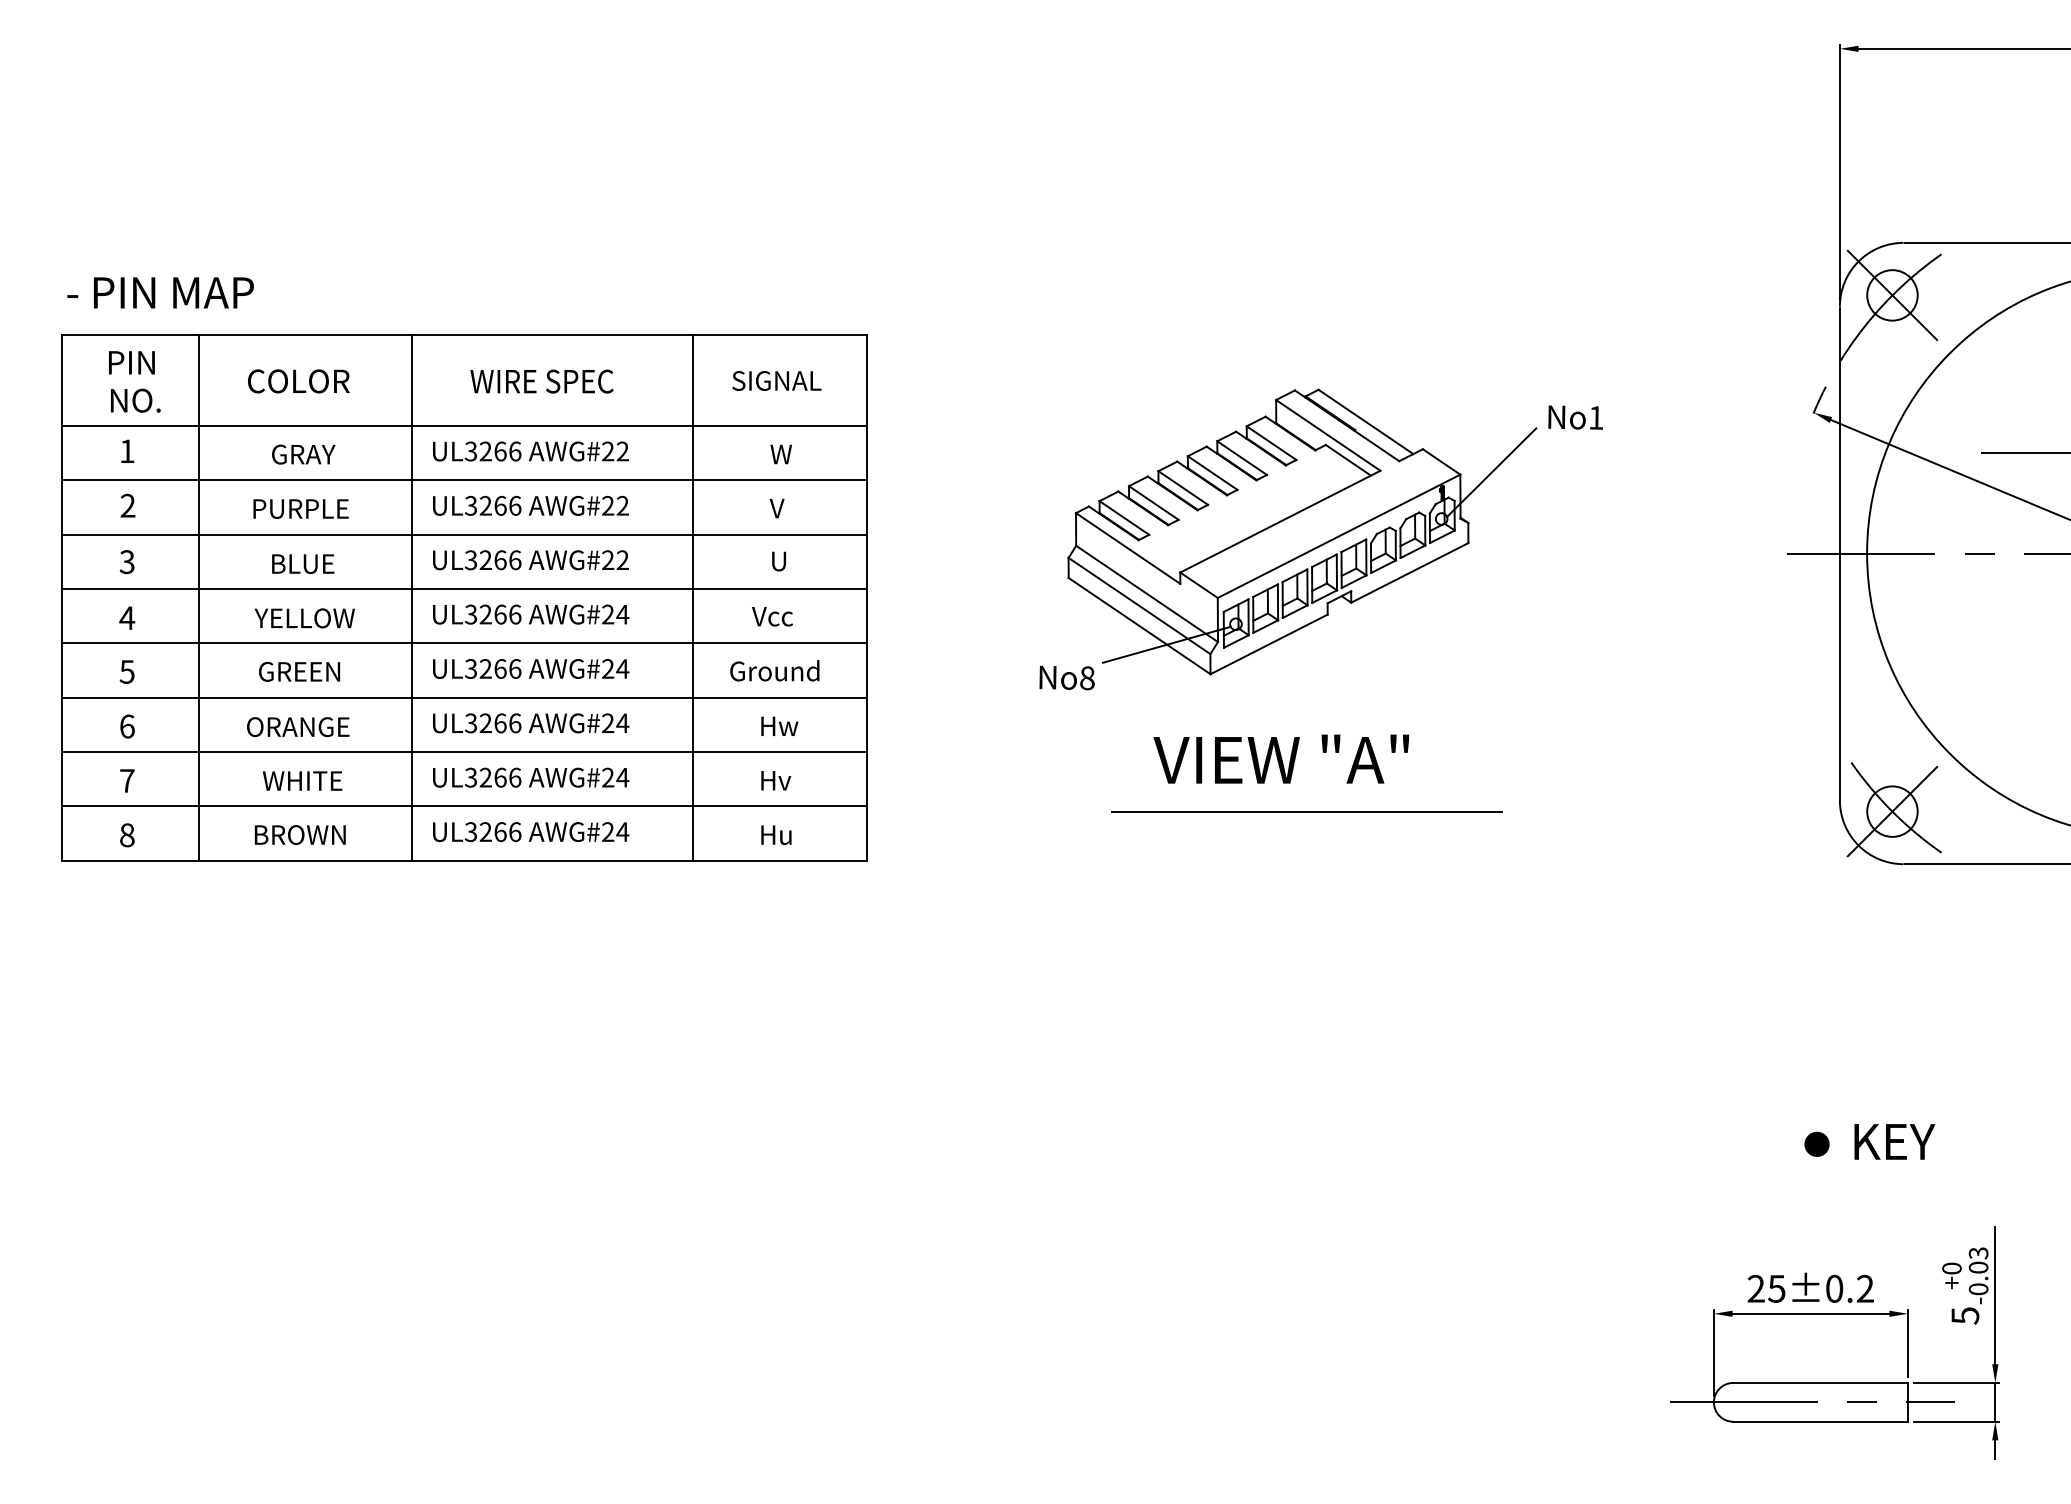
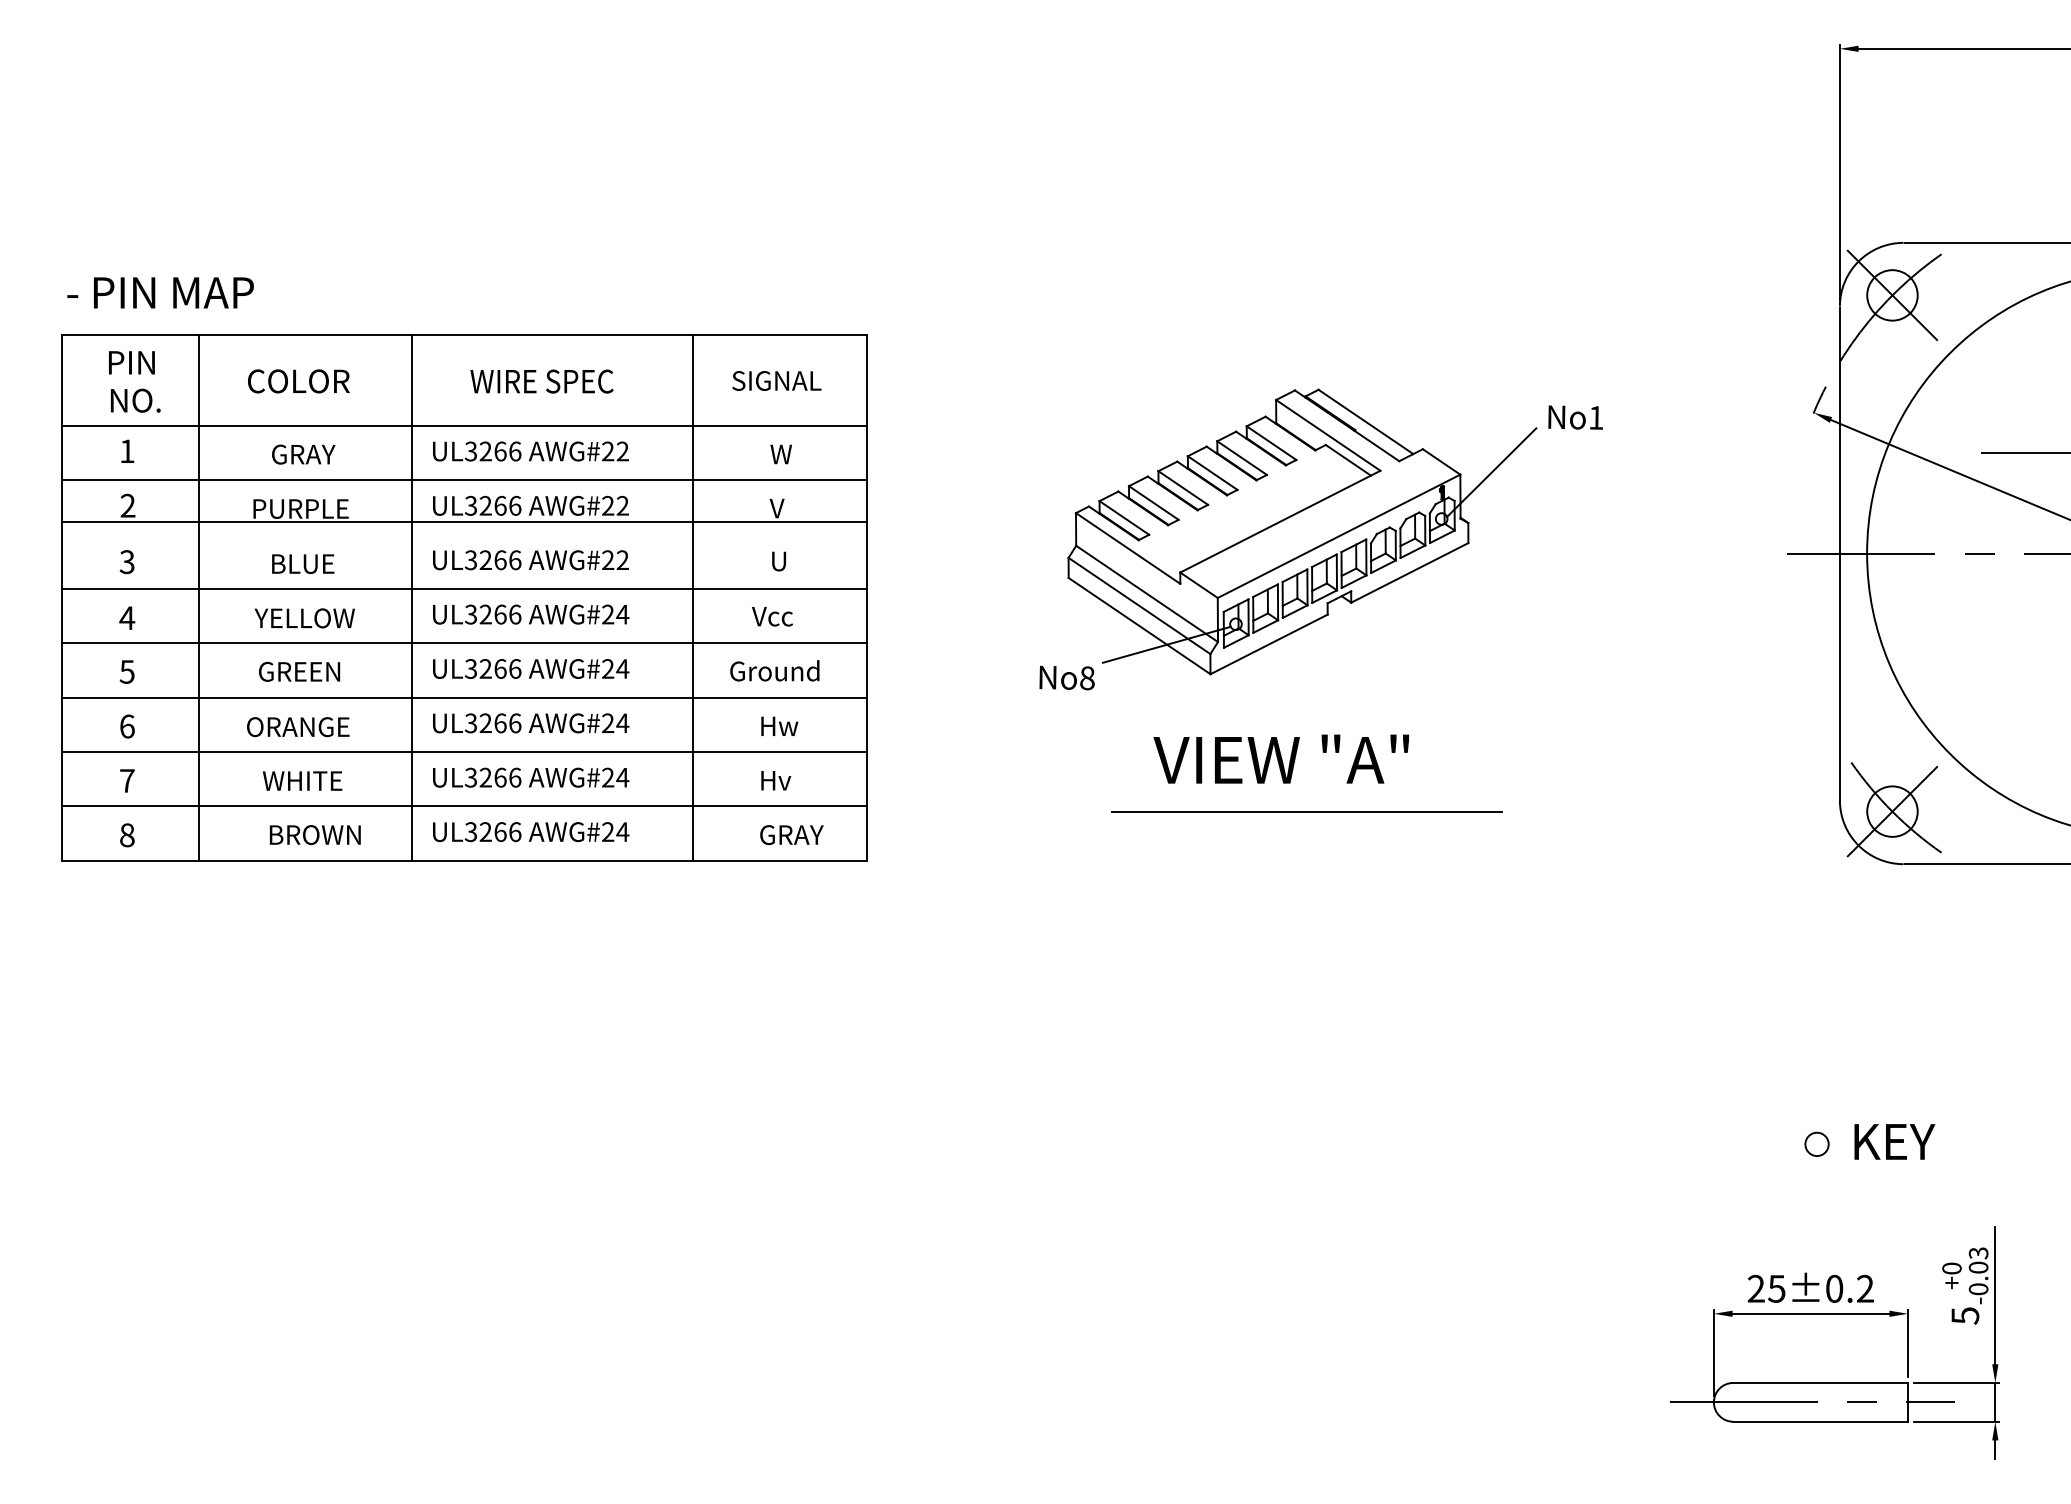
line at (464, 534) position: (464, 534) -> (464, 521)
text at (300, 834) position: (300, 834) -> (315, 834)
text at (791, 835): Hu -> GRAY
fill at (1816, 1144): present -> none
